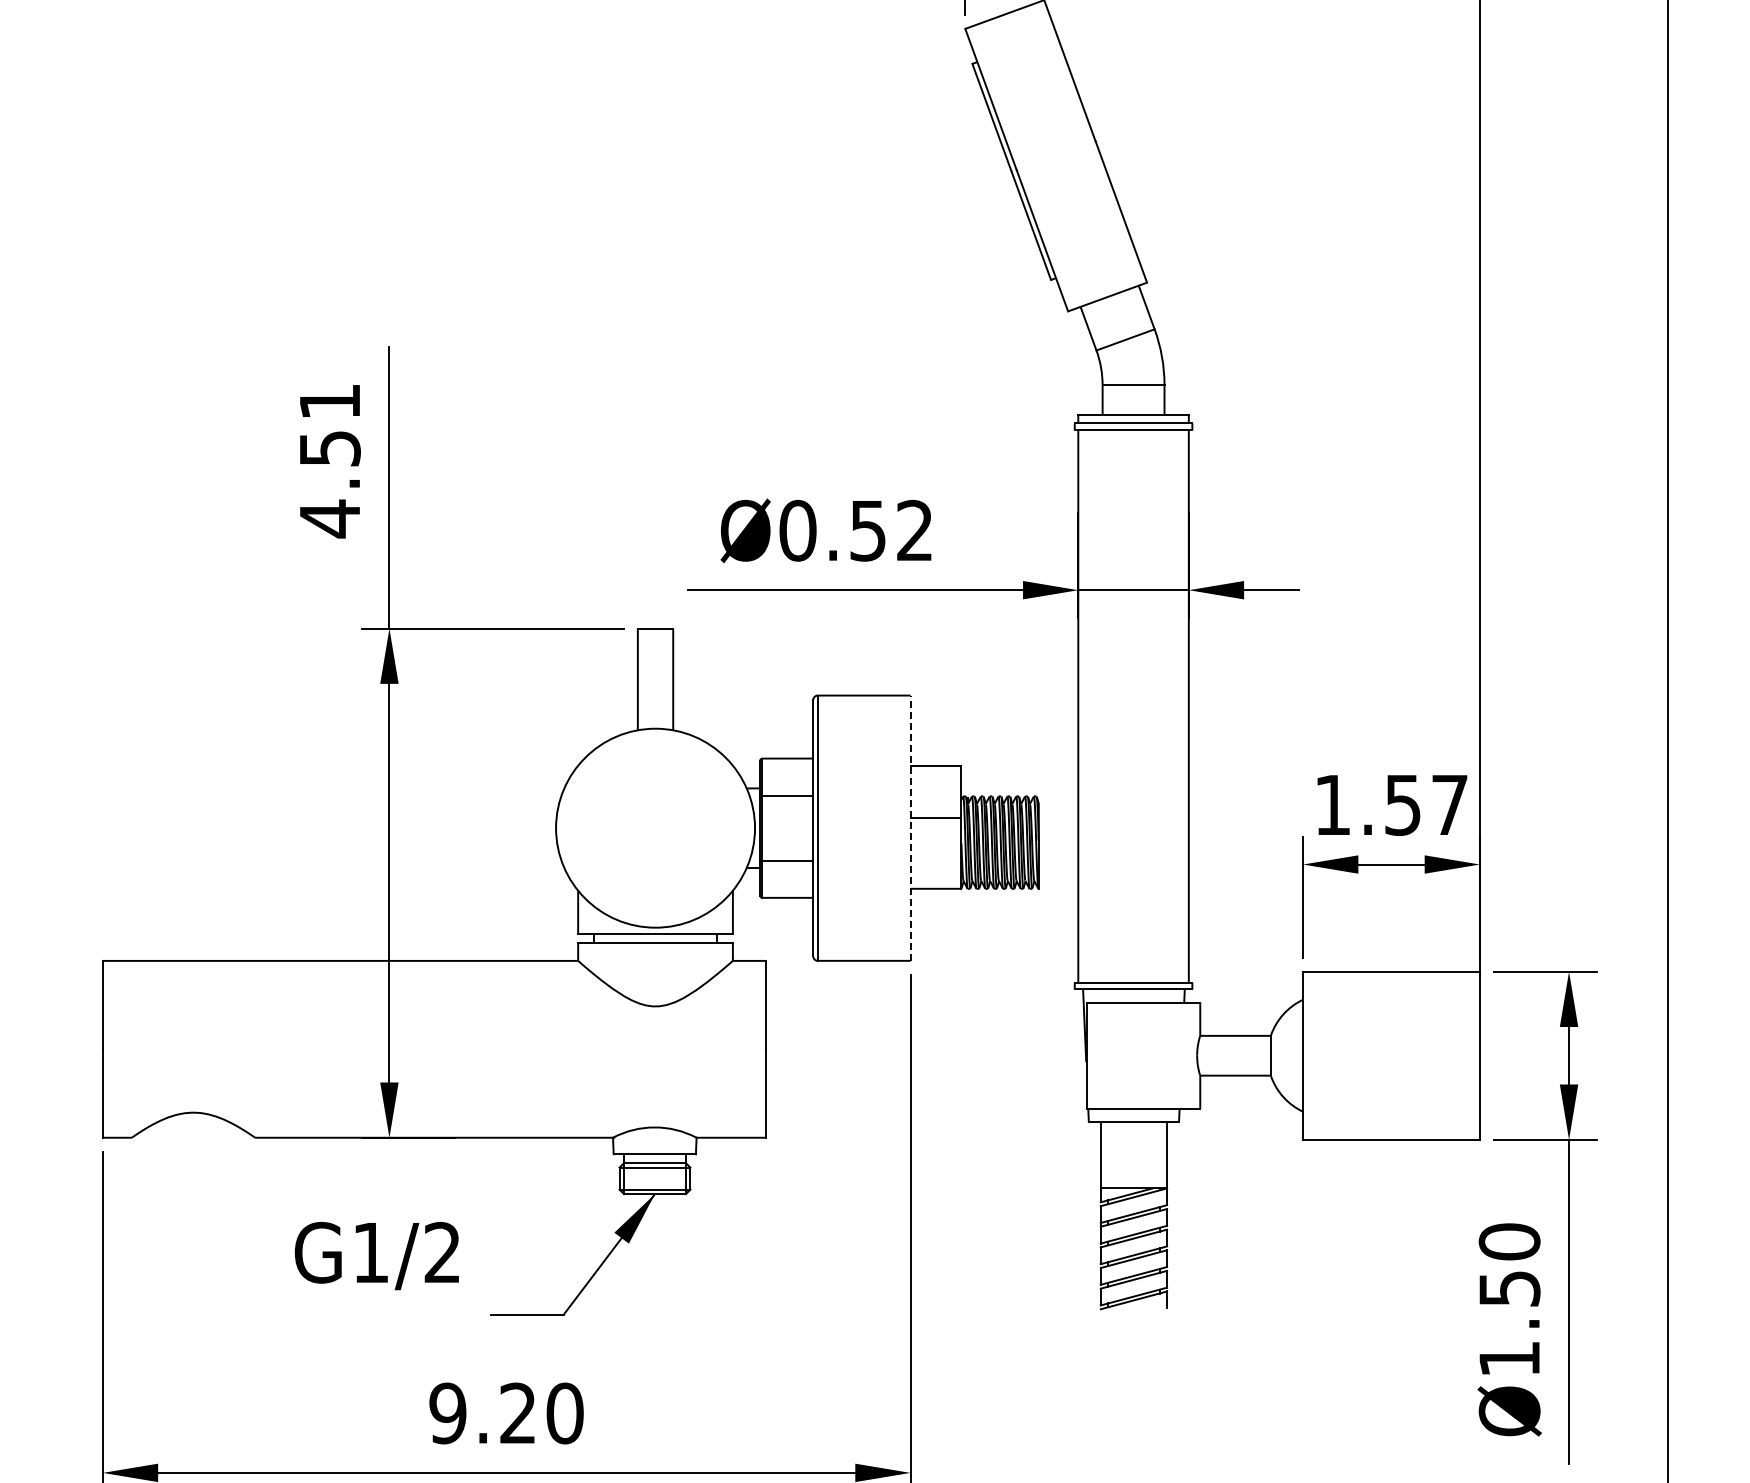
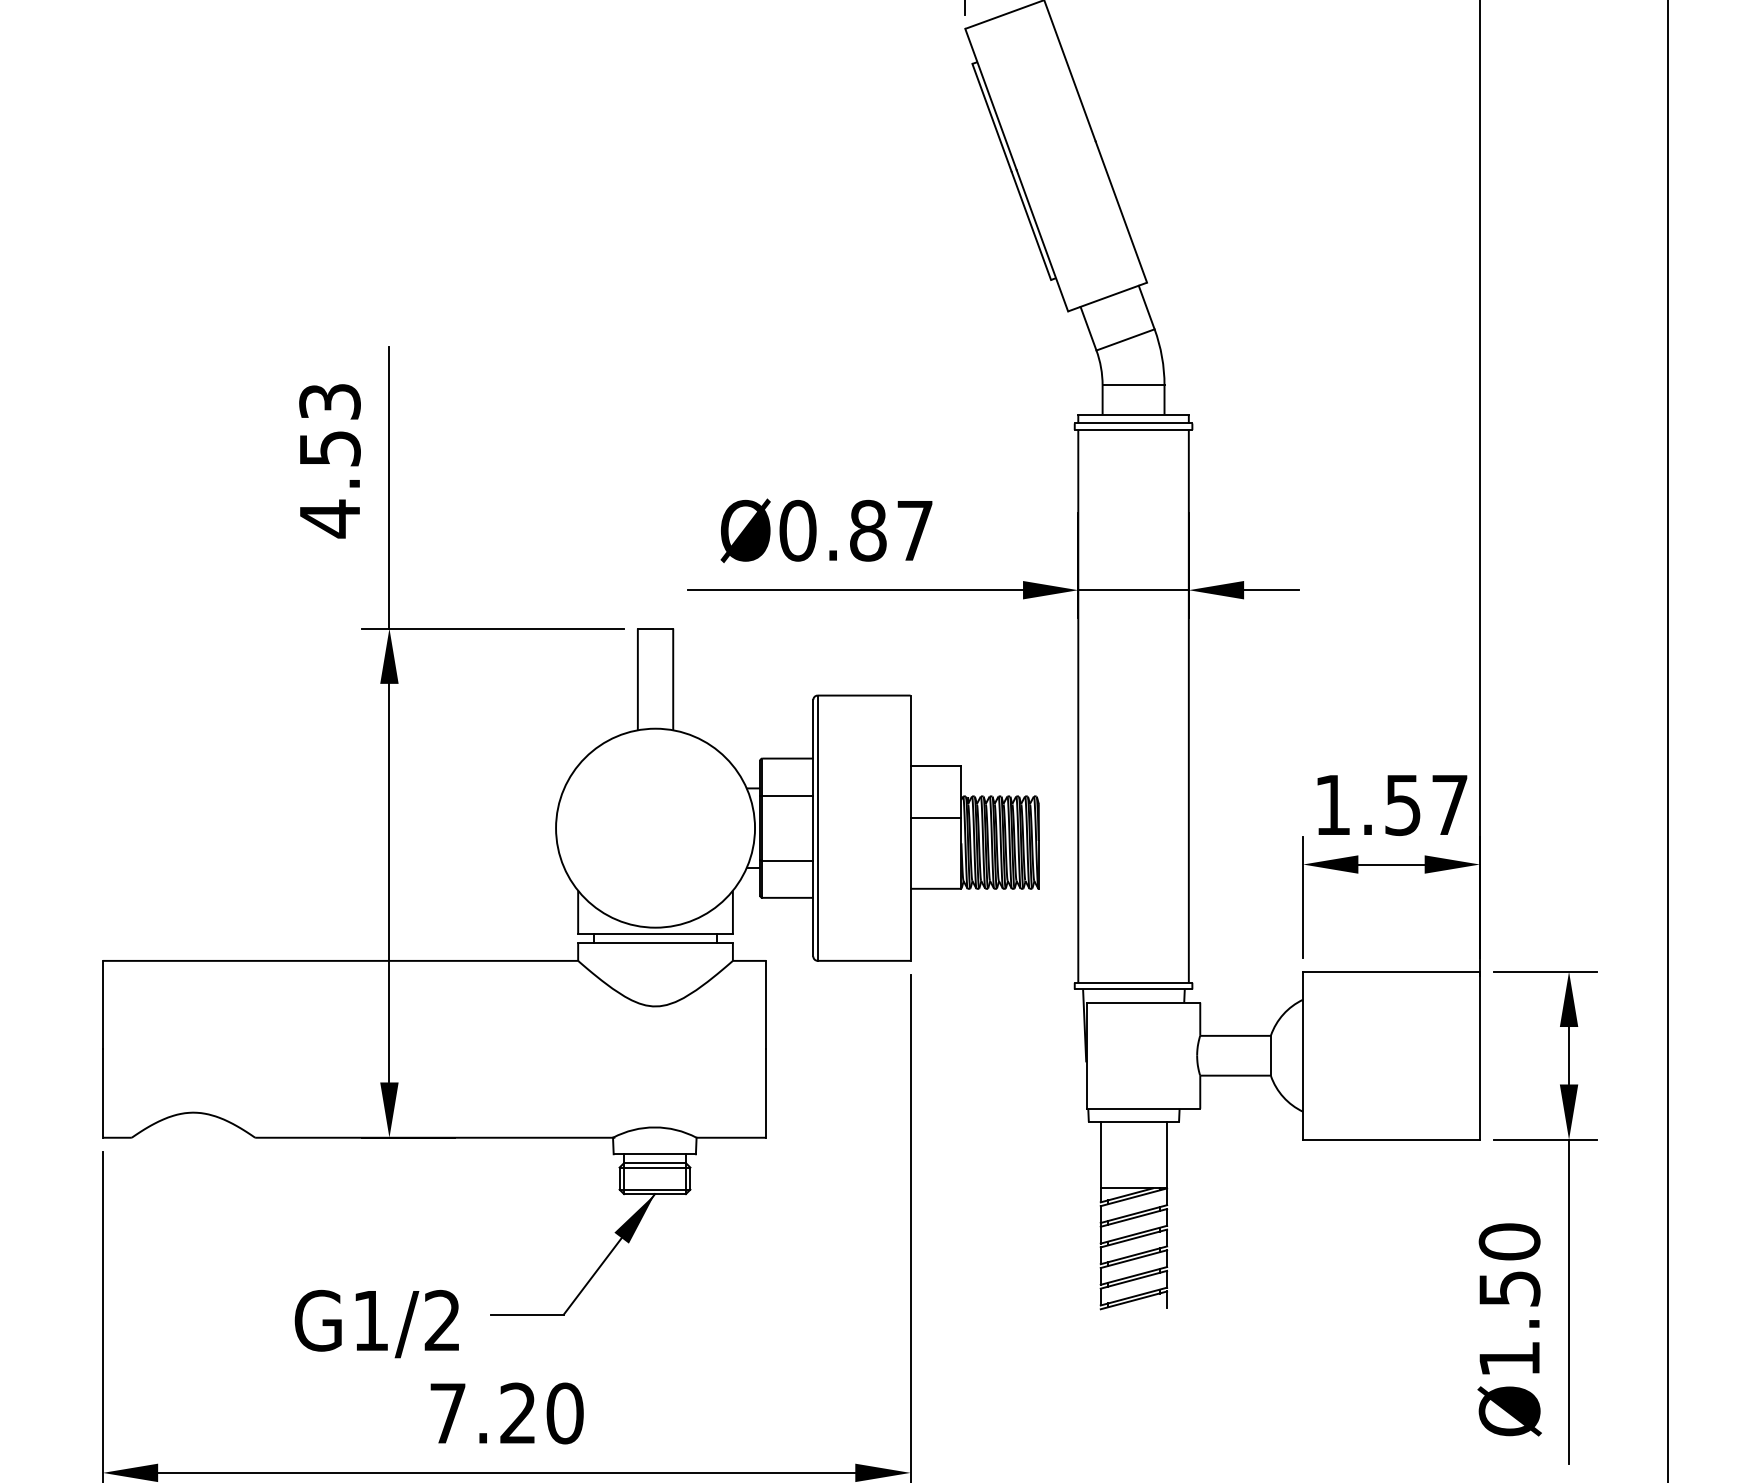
text at (329, 401): 4.51 -> 4.53
text at (891, 530): Ø0.52 -> Ø0.87
line at (910, 828): dashed -> solid
text at (376, 1256) position: (376, 1256) -> (376, 1324)
text at (447, 1413): 9.20 -> 7.20
